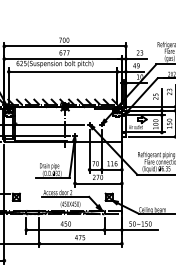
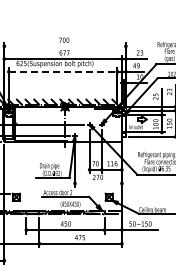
line at (64, 46): present -> none
line at (63, 71): solid -> dashed
line at (98, 183): present -> none
